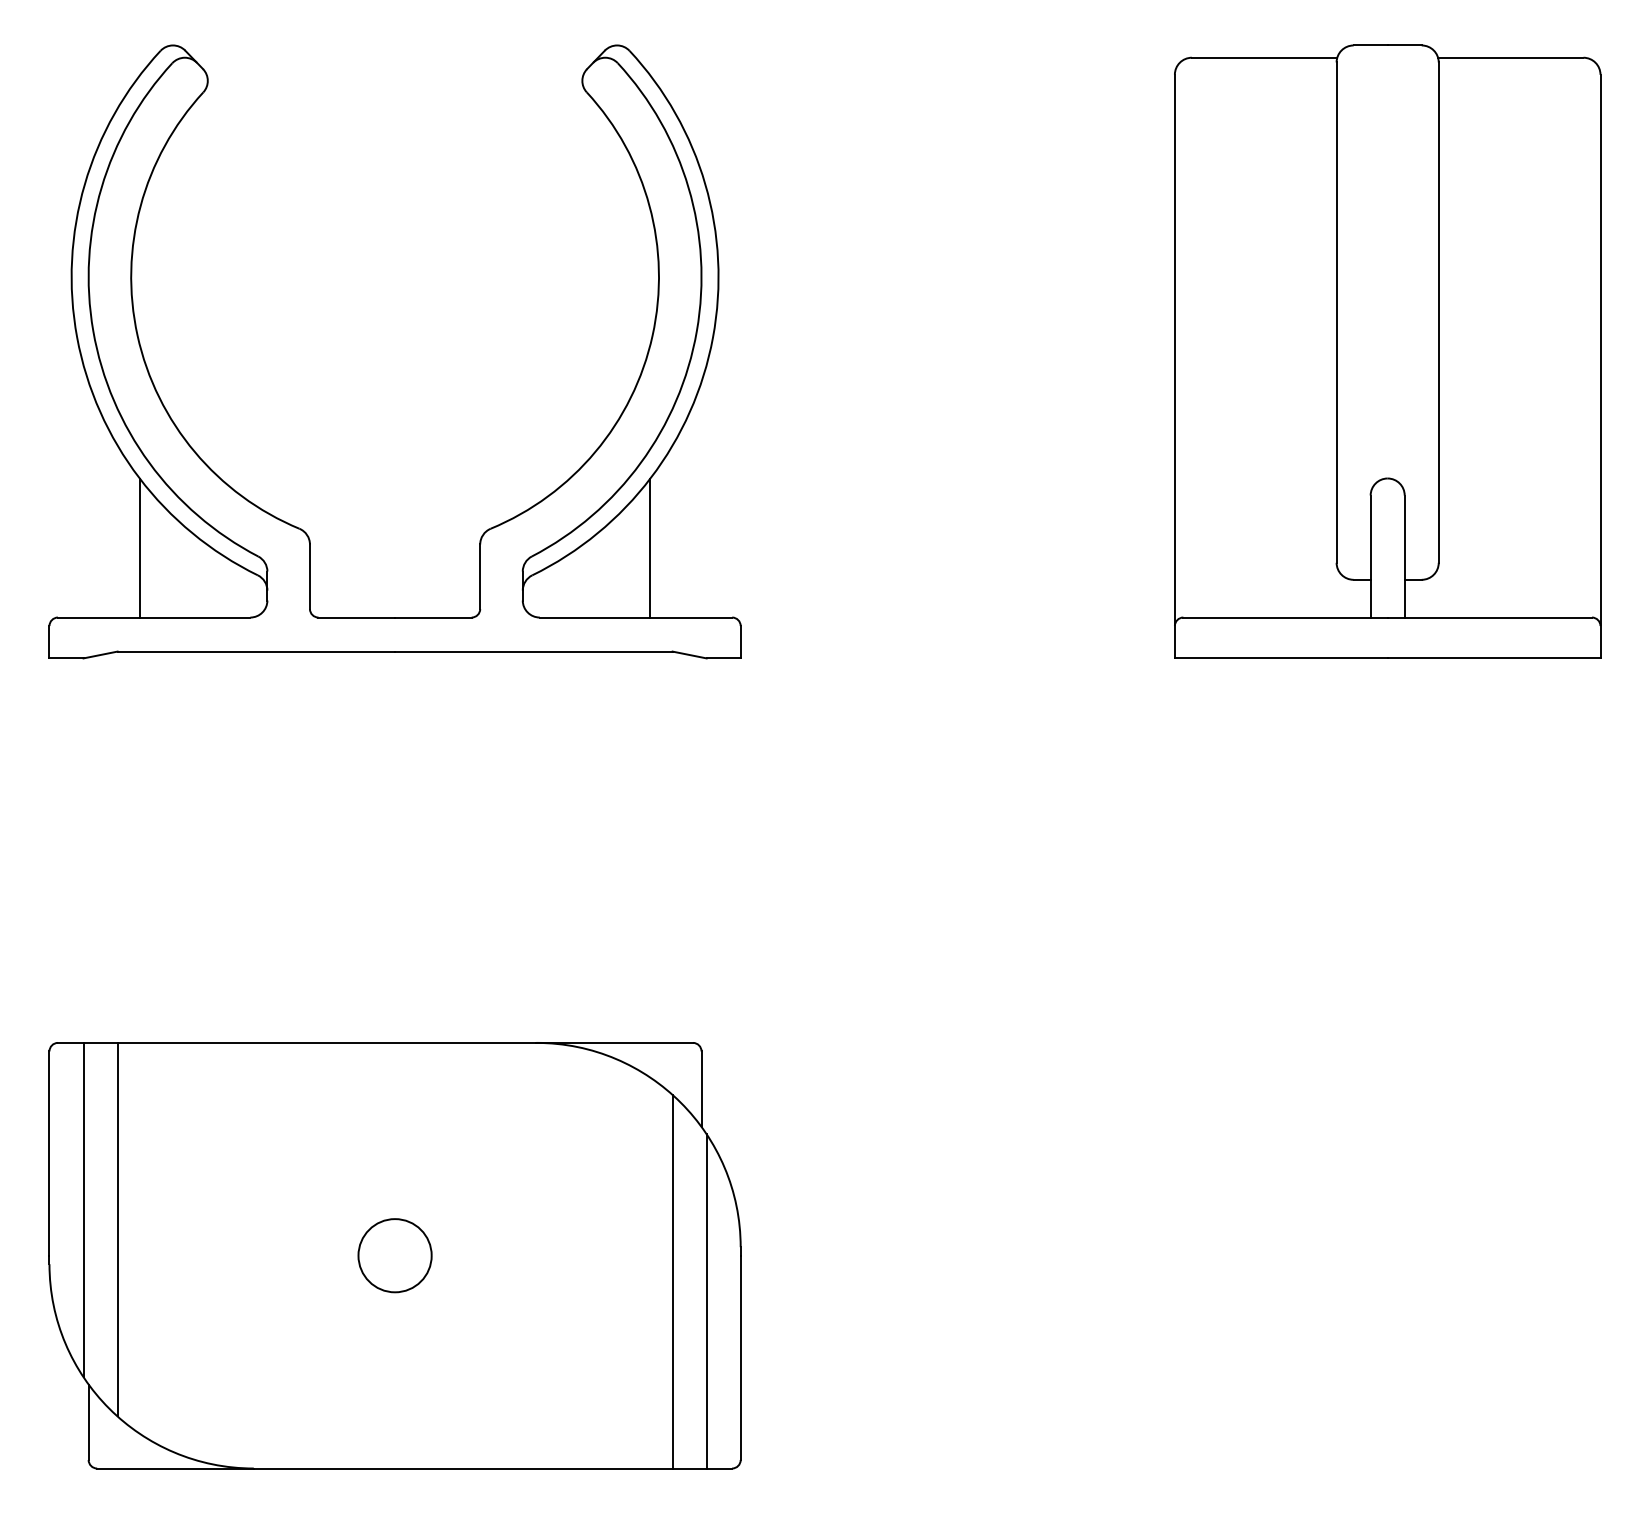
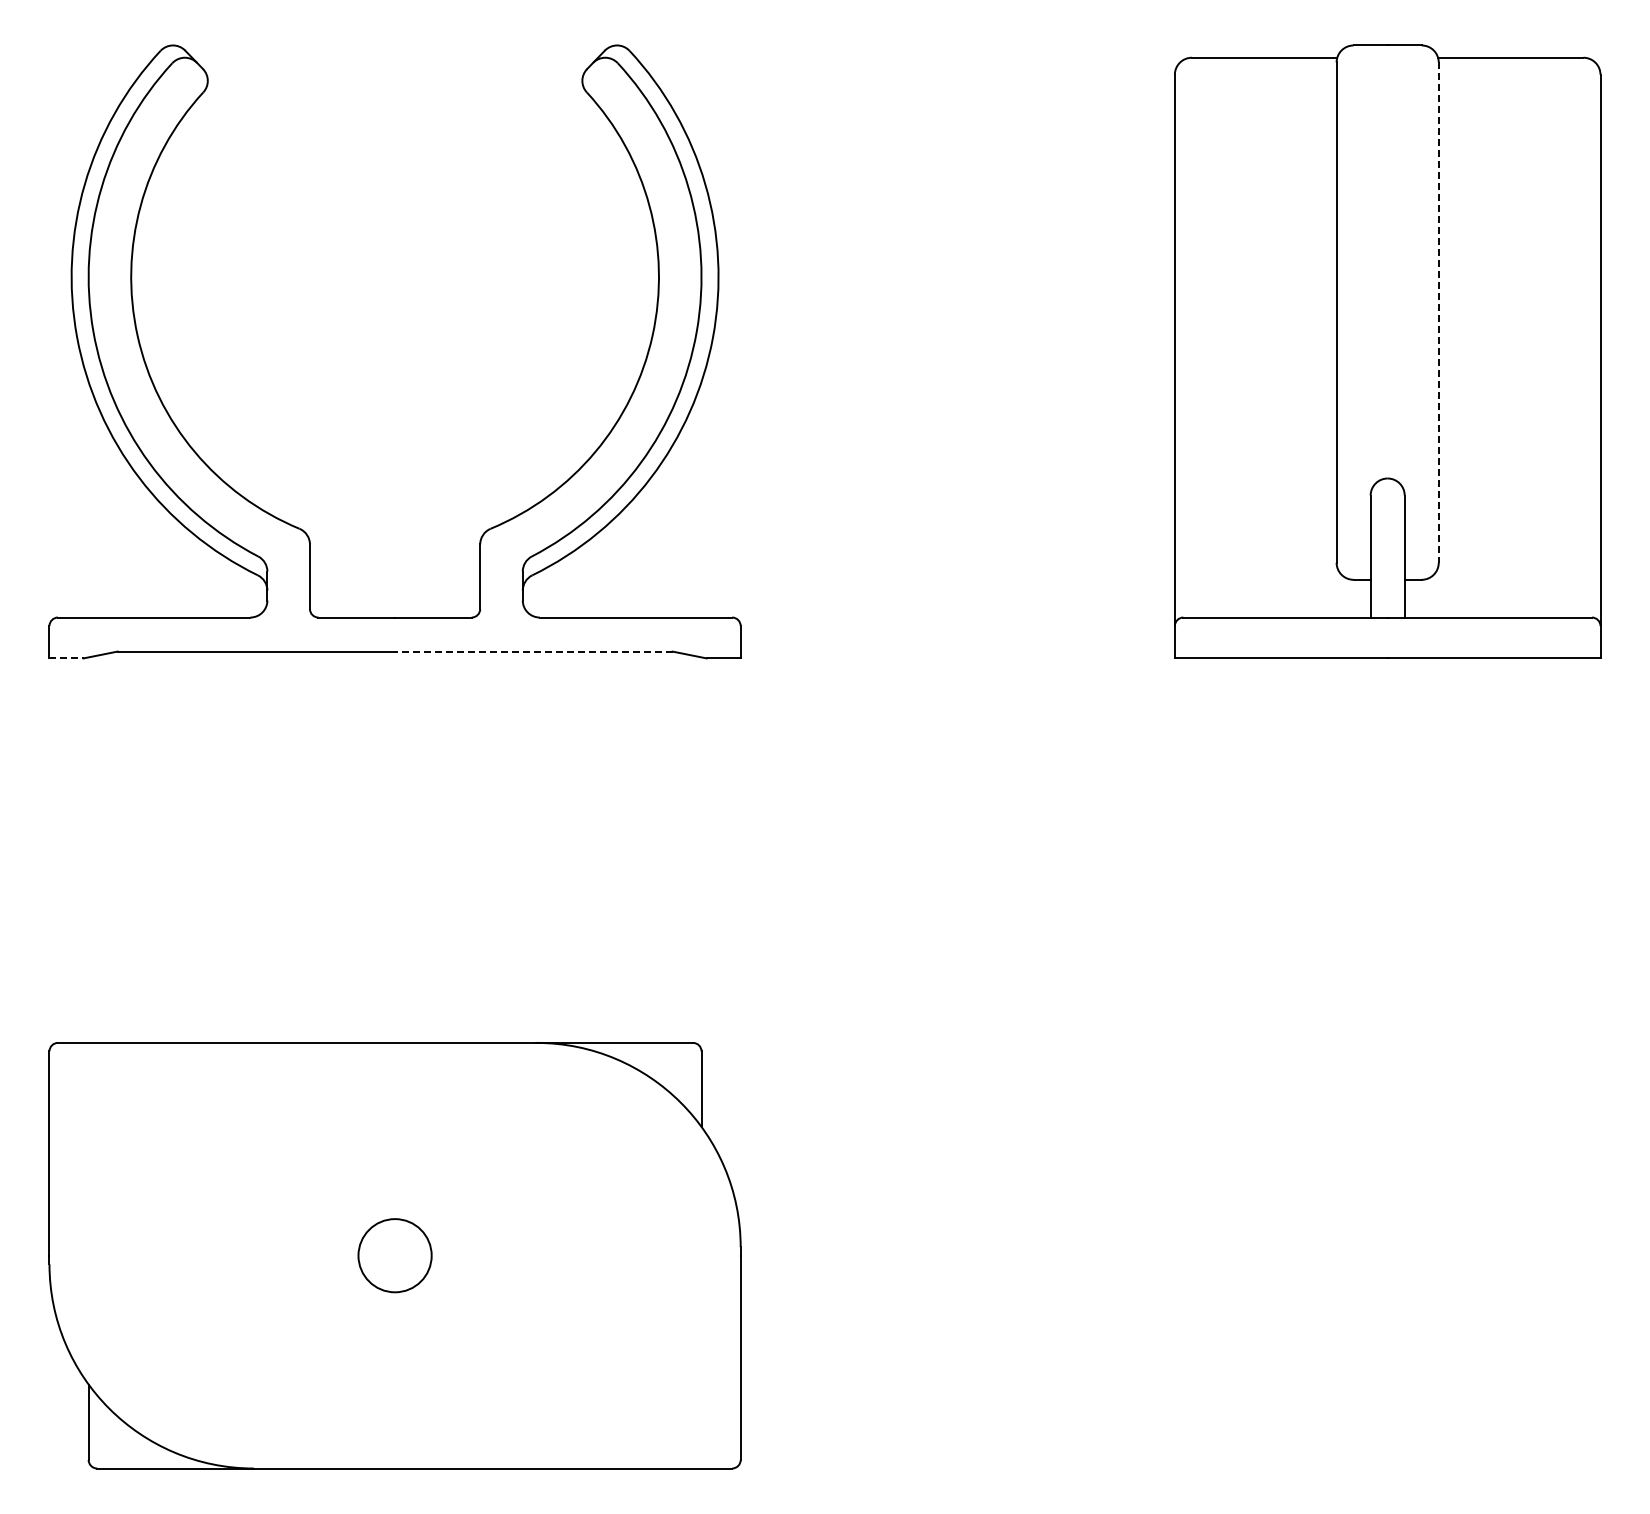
line at (1438, 313): solid -> dashed
line at (139, 547): present -> none
line at (650, 547): present -> none
line at (533, 651): solid -> dashed
line at (67, 658): solid -> dashed
line at (83, 1209): present -> none
line at (117, 1229): present -> none
line at (672, 1281): present -> none
line at (706, 1301): present -> none
